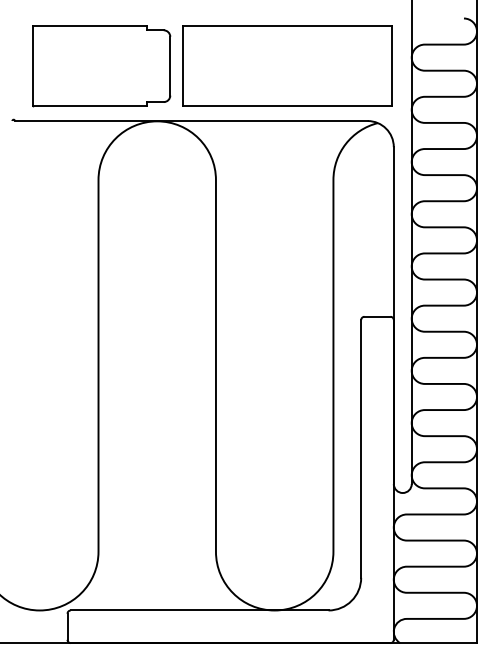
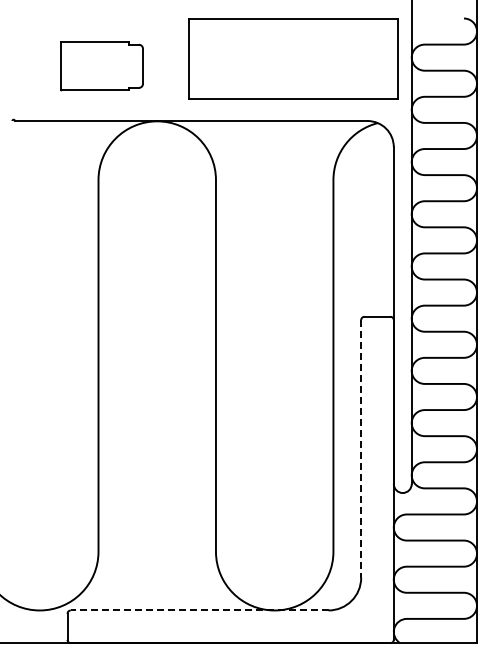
part at (287, 65) position: (287, 65) -> (293, 58)
part at (101, 66) size: 140x83 px -> 84x51 px
line at (361, 448): solid -> dashed
line at (199, 610): solid -> dashed
